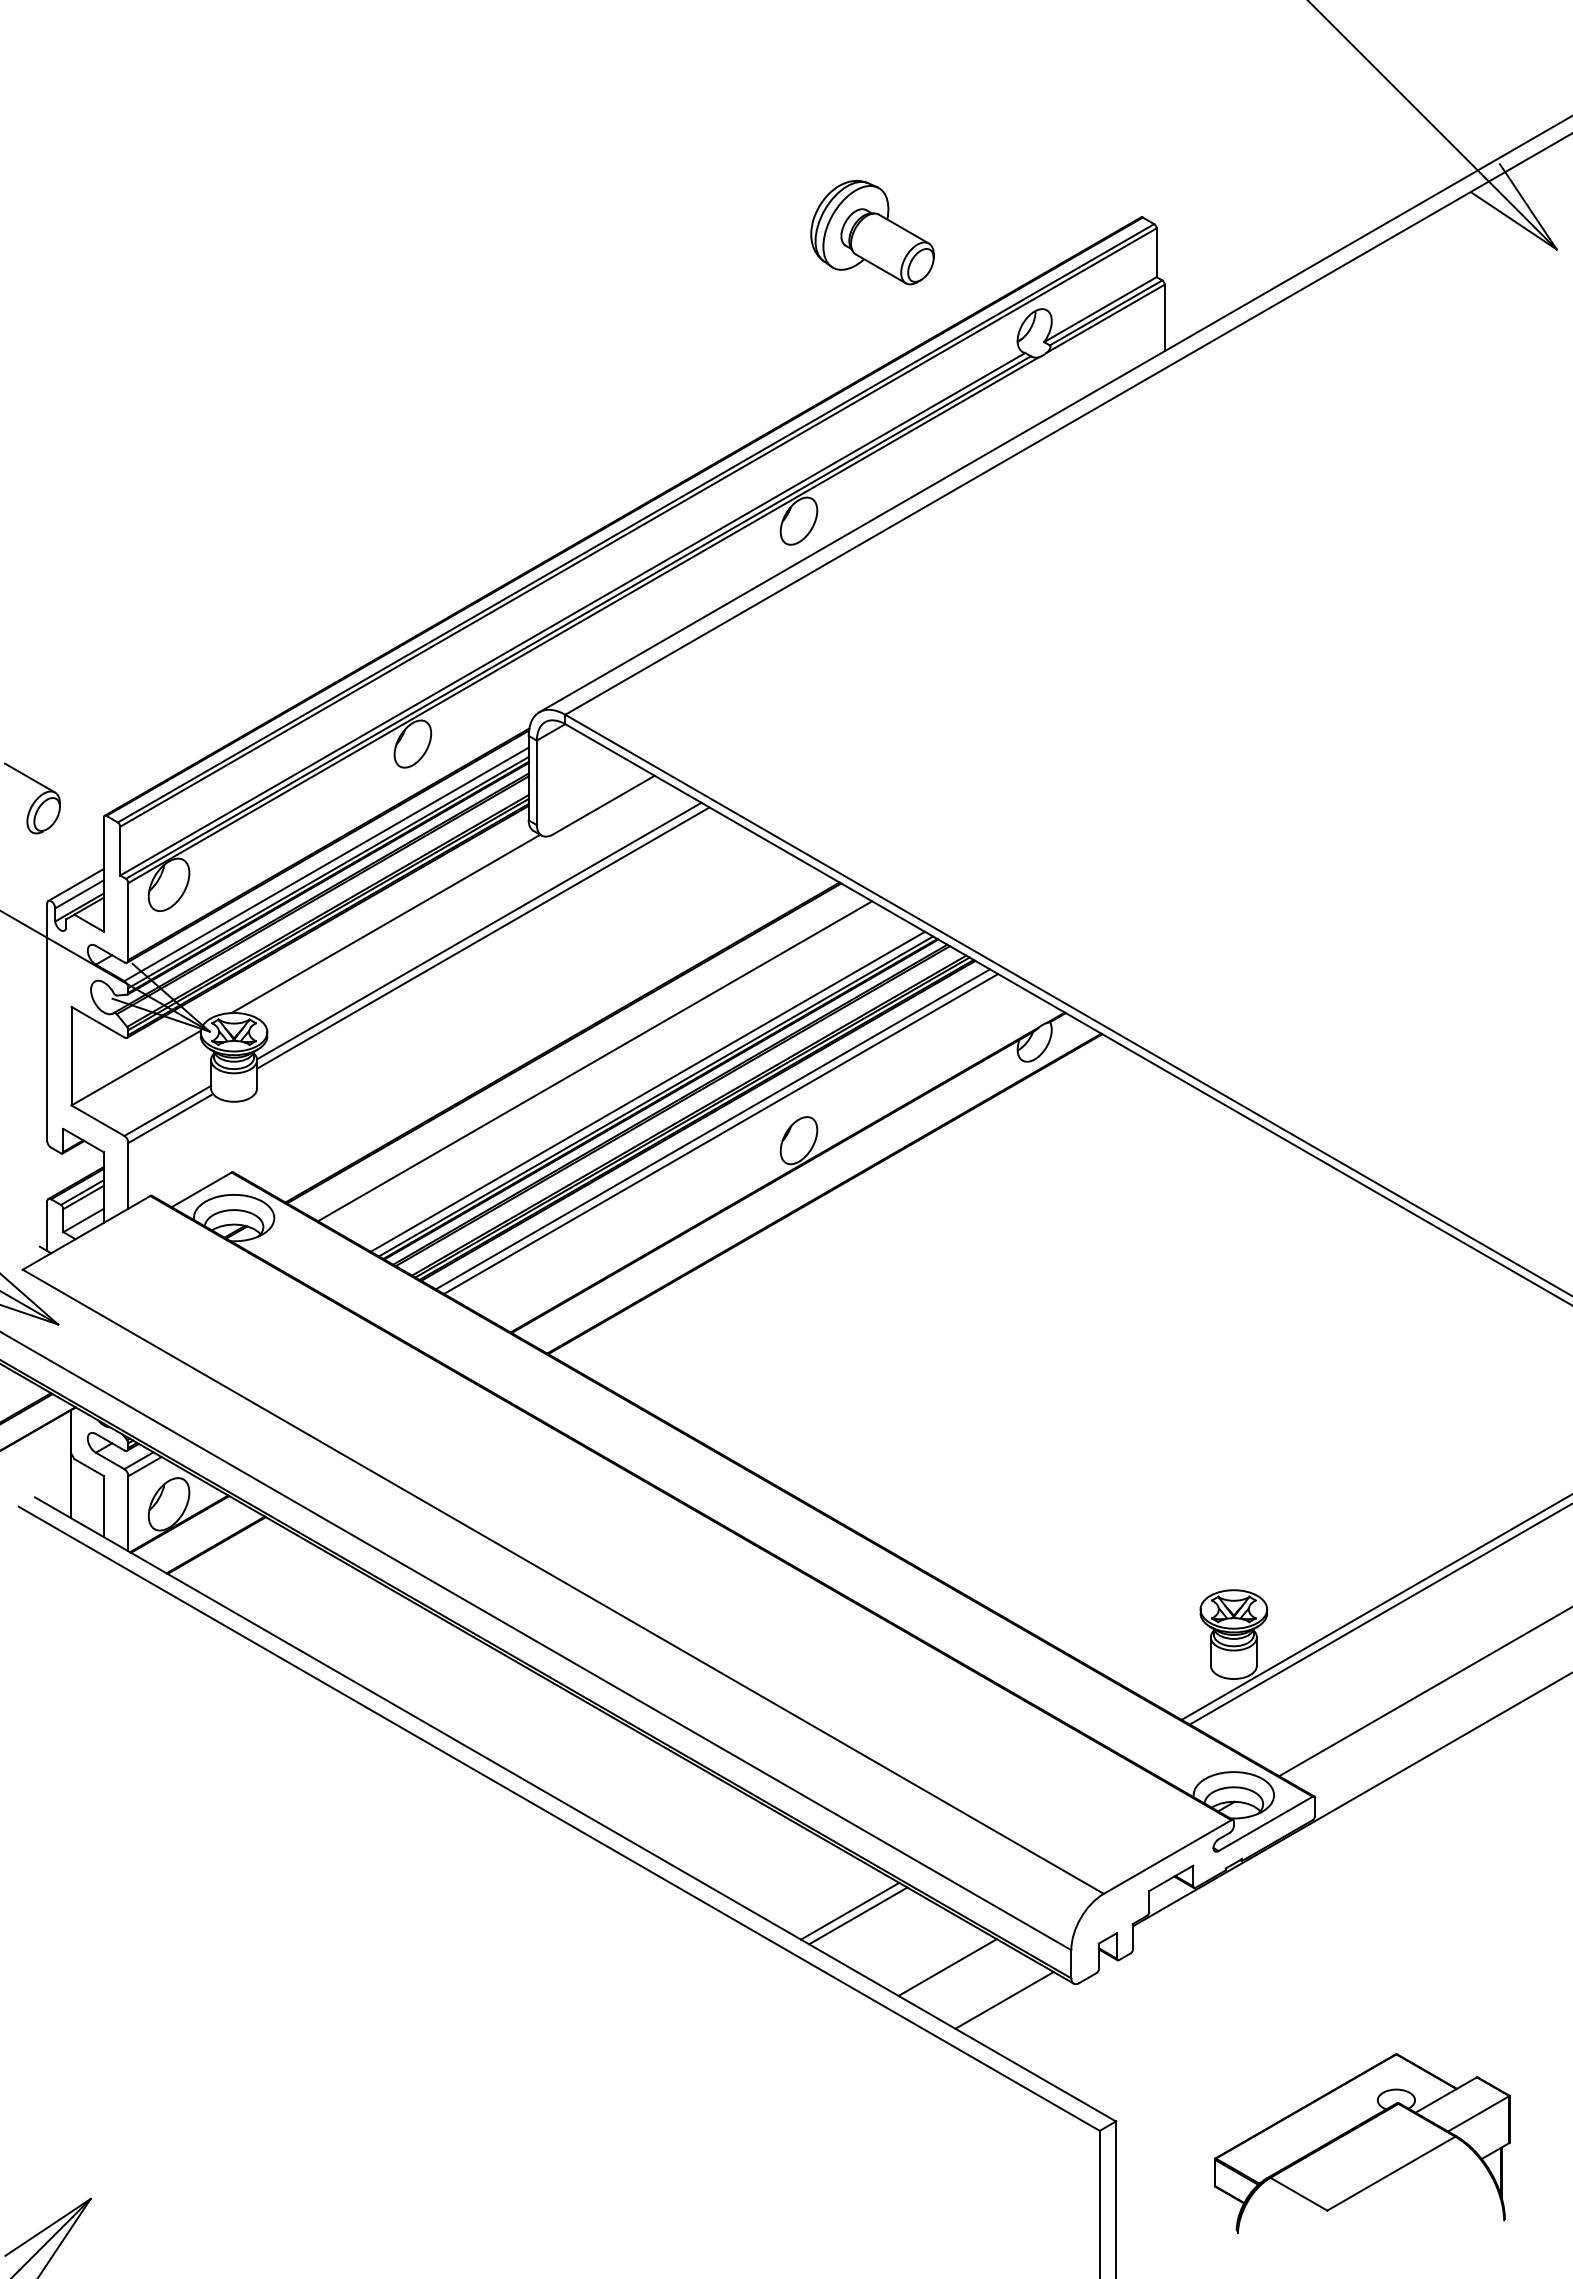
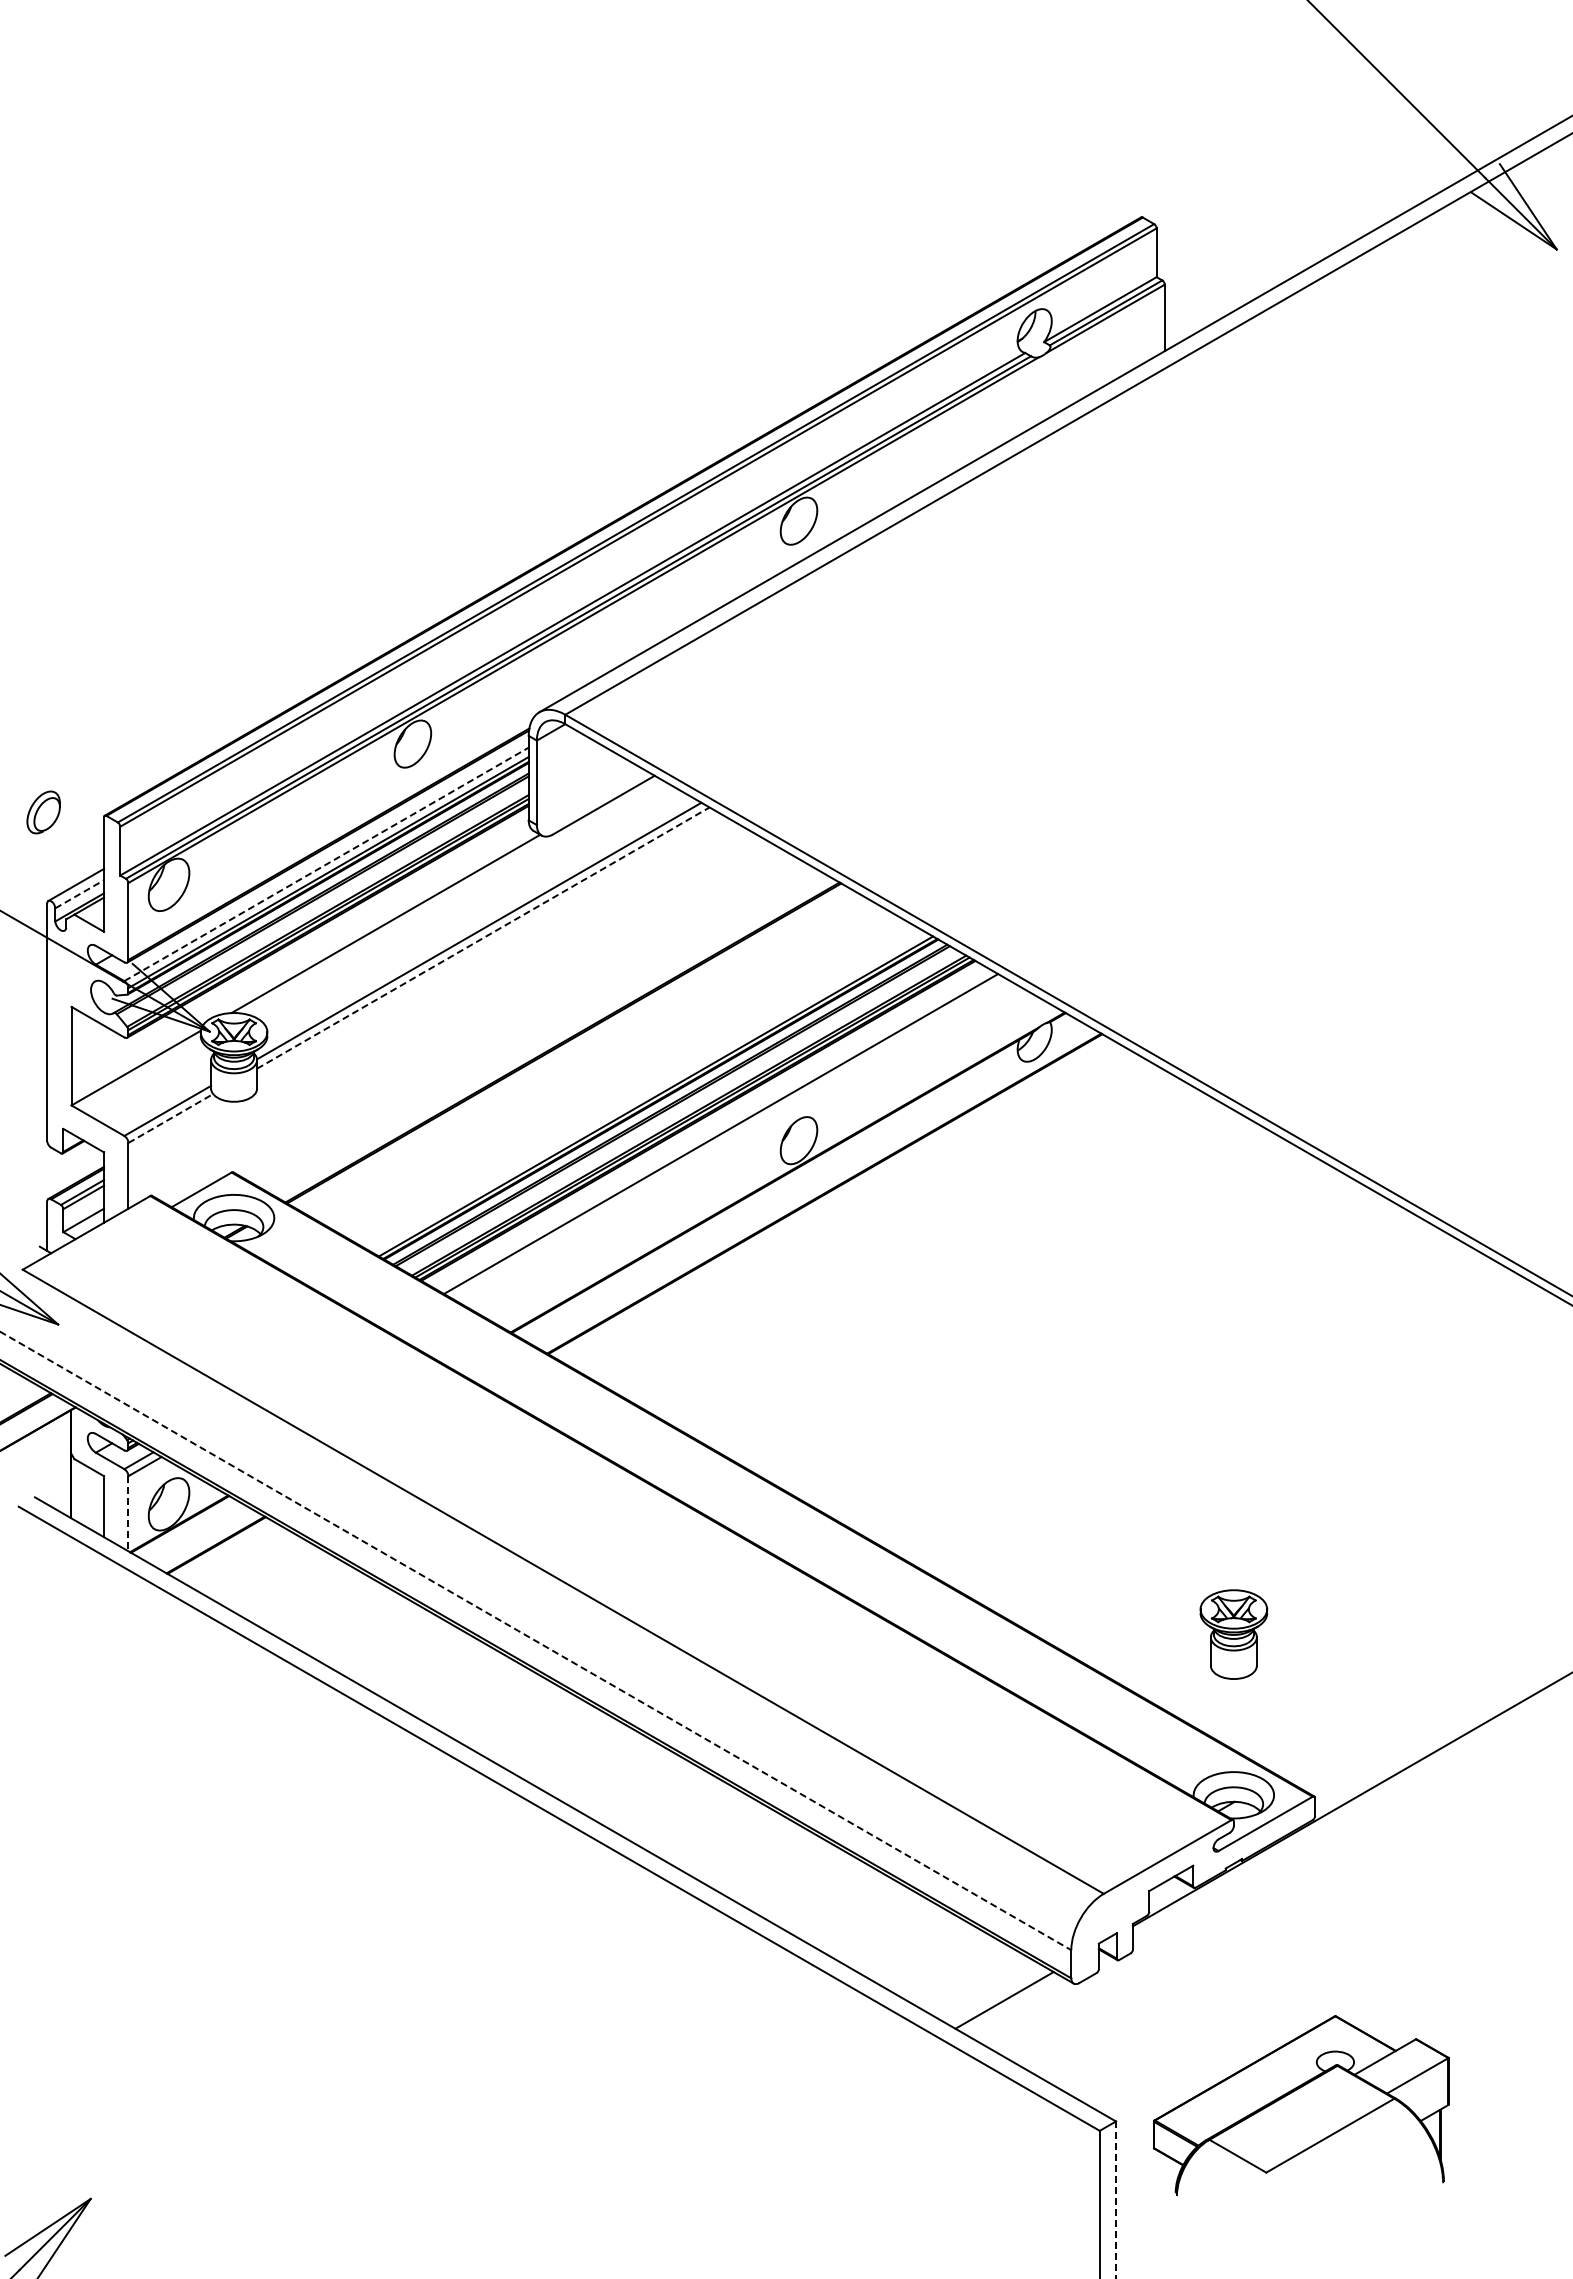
part at (872, 232): present -> none
line at (30, 777): present -> none
line at (326, 864): solid -> dashed
line at (80, 894): solid -> dashed
line at (483, 937): solid -> dashed
line at (595, 1061): present -> none
line at (647, 1091): present -> none
line at (170, 1118): solid -> dashed
line at (712, 1129): present -> none
line at (128, 1513): solid -> dashed
line at (1375, 1607): present -> none
line at (1379, 1614): present -> none
line at (536, 1641): solid -> dashed
line at (1424, 1692): present -> none
line at (850, 1910): present -> none
line at (858, 1915): present -> none
line at (947, 1967): present -> none
part at (1362, 2143) position: (1362, 2143) -> (1301, 2105)
line at (1116, 2200): solid -> dashed
